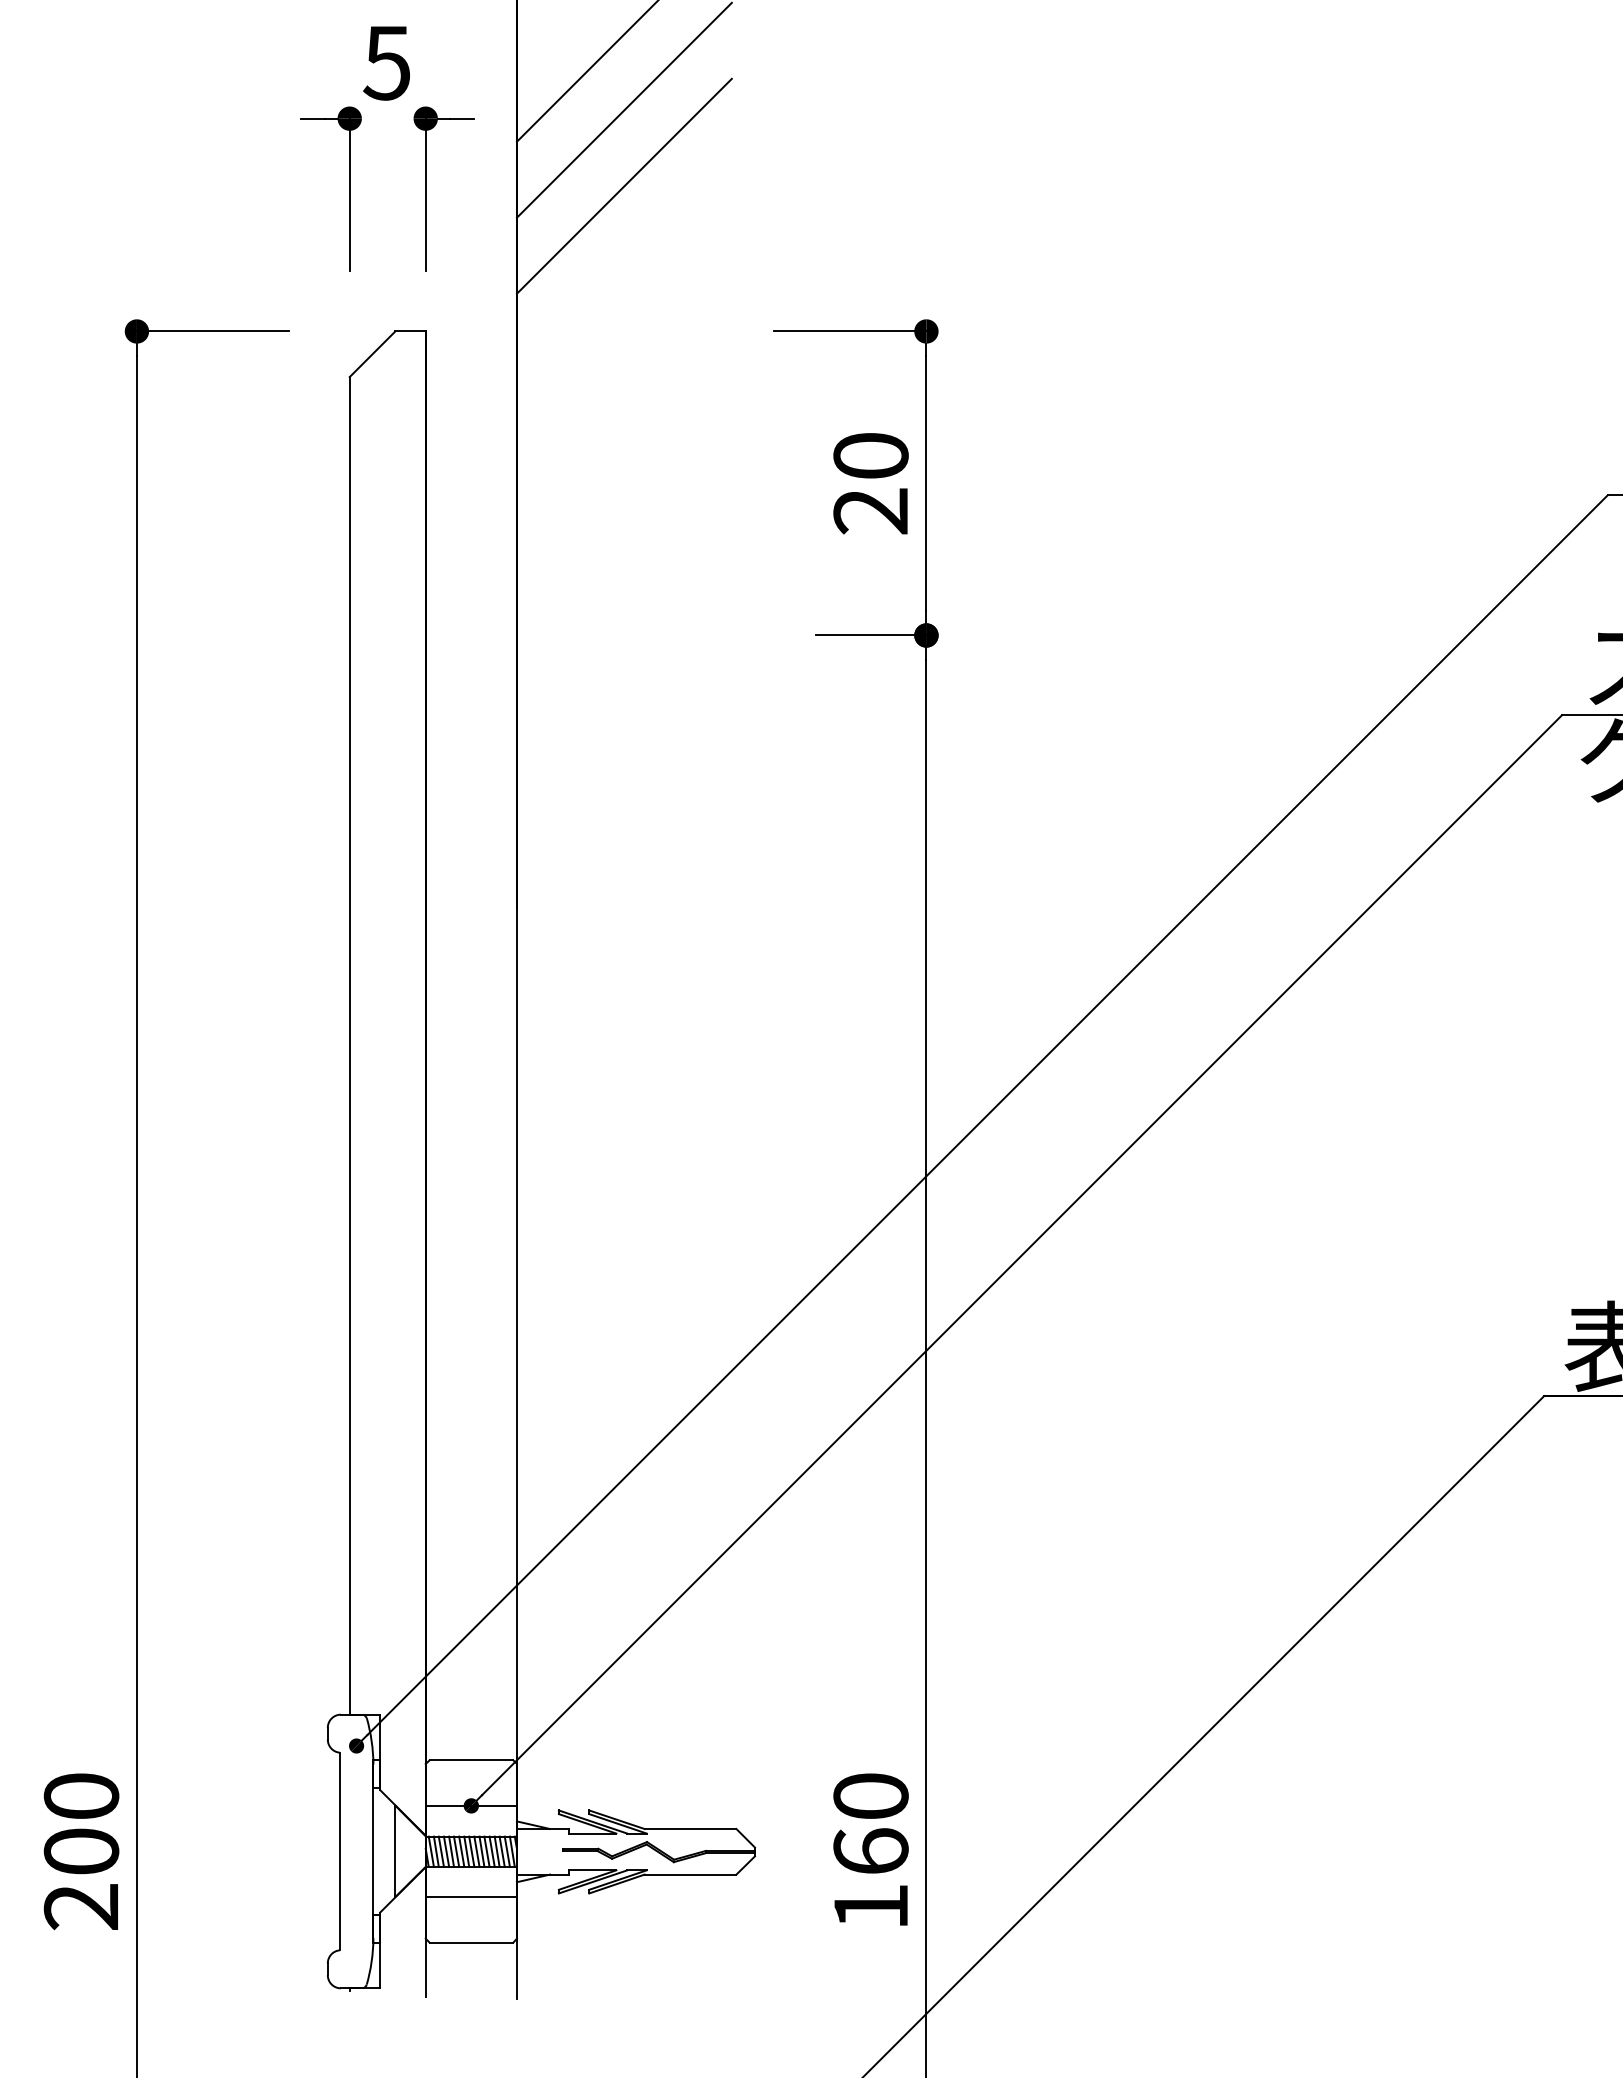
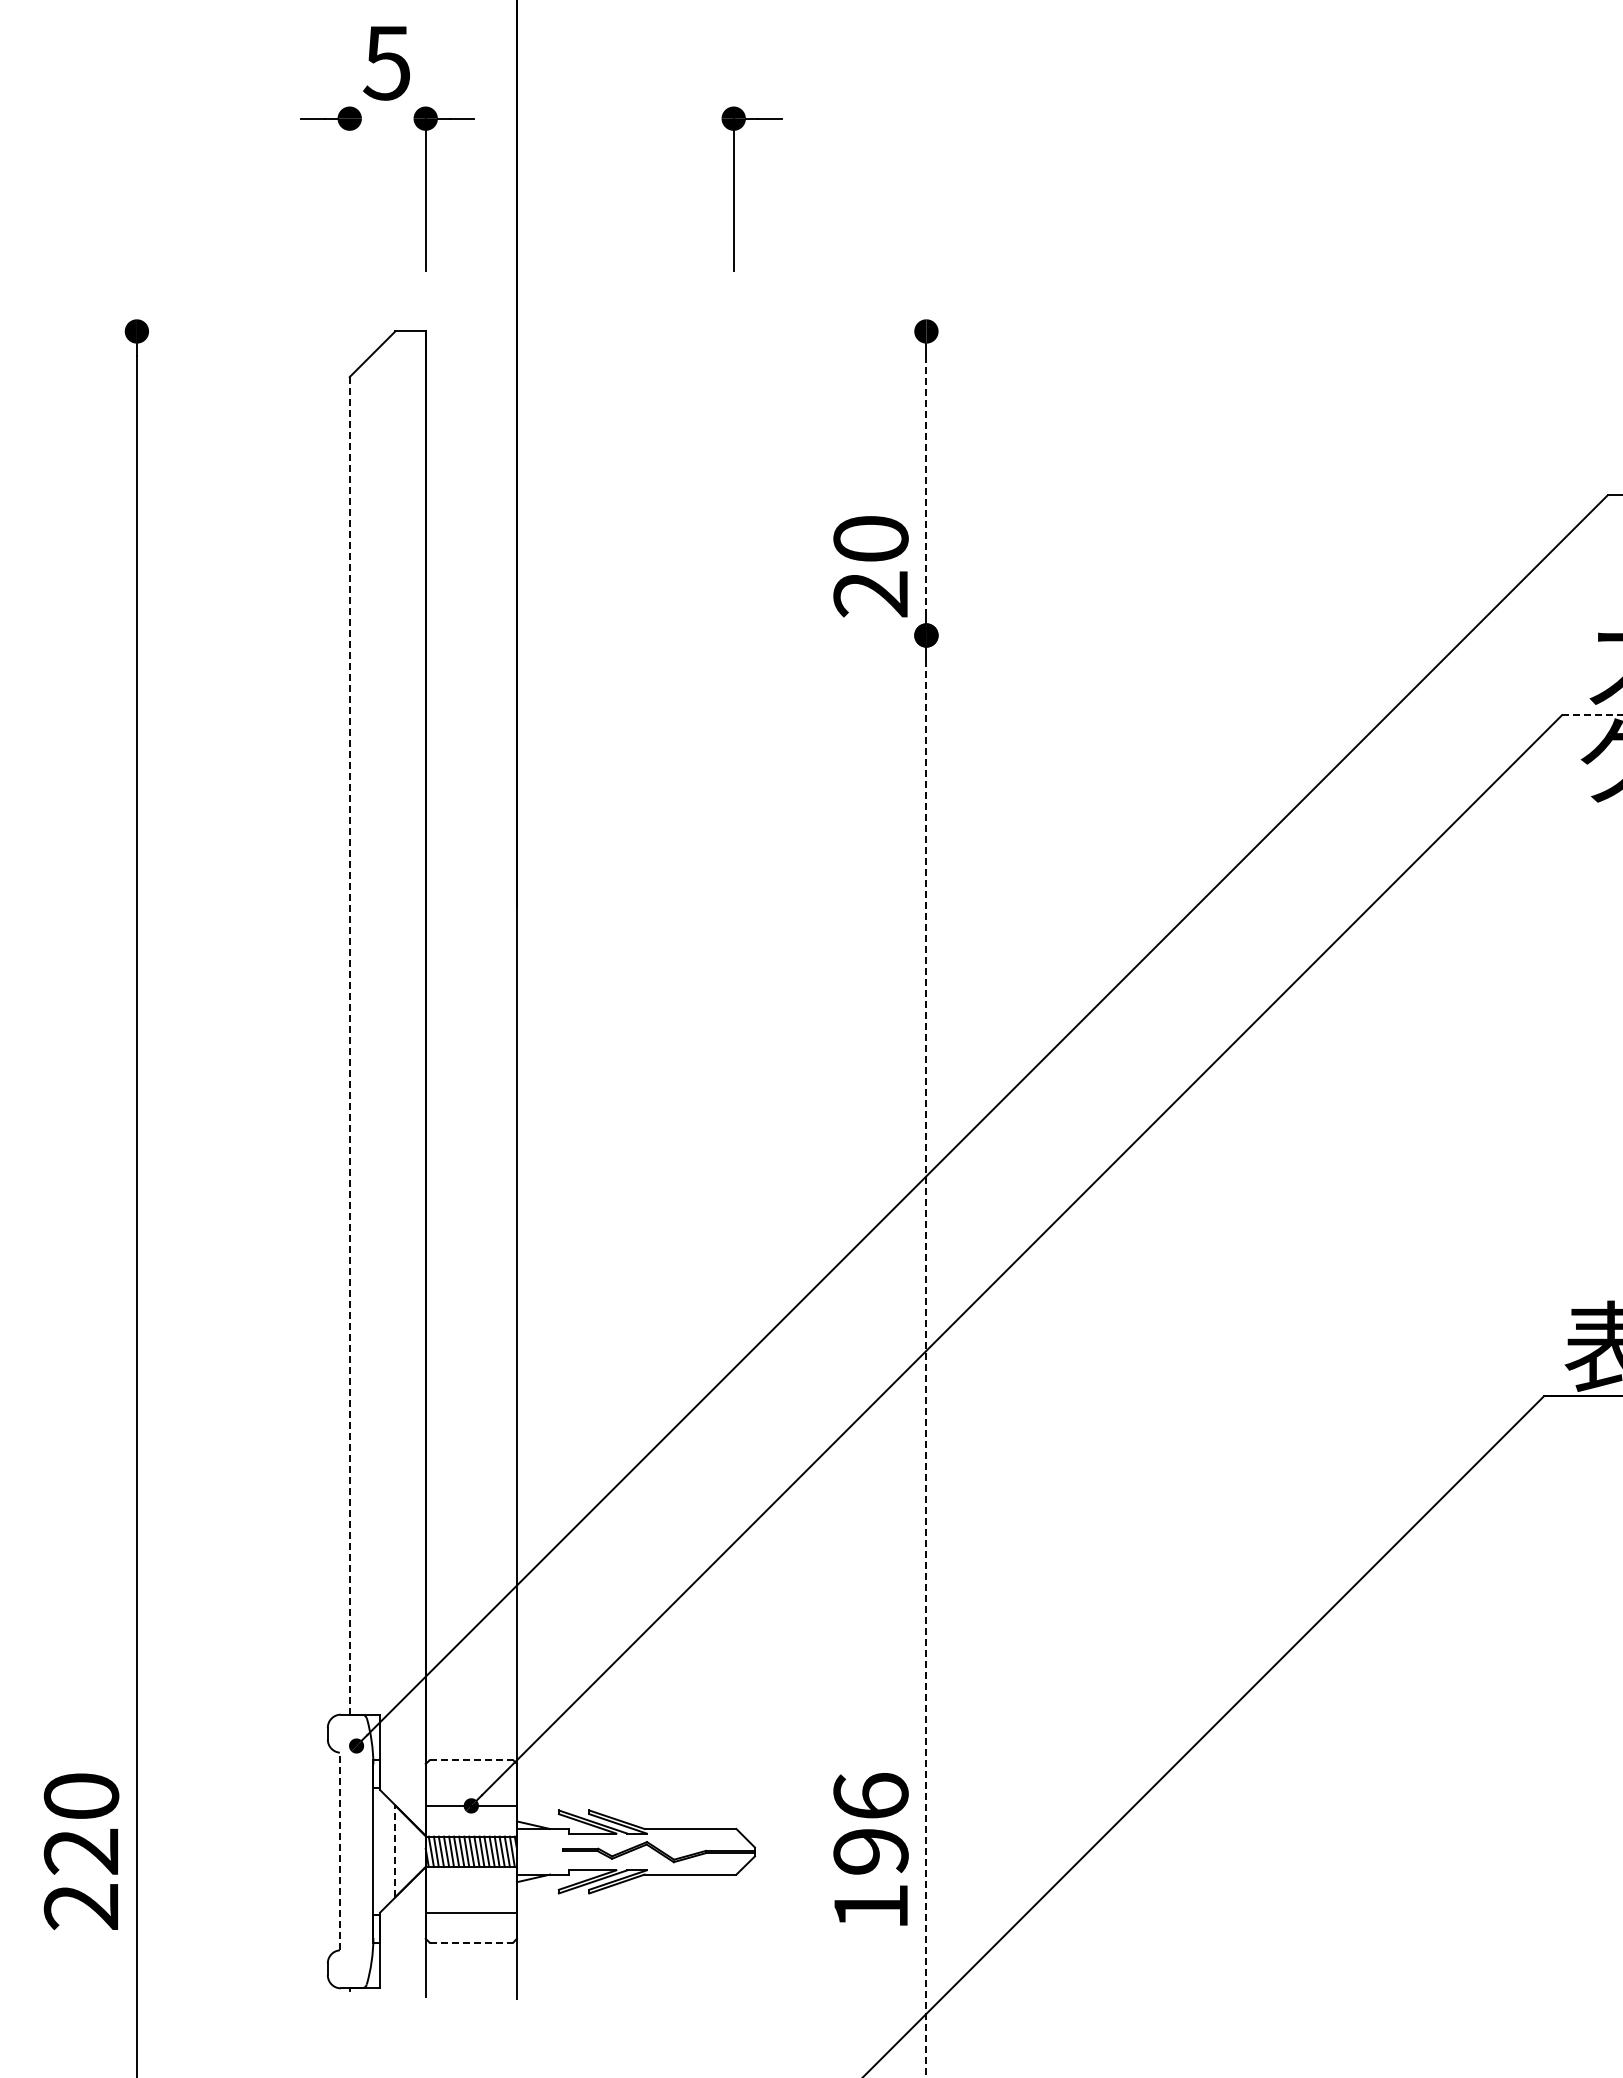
line at (586, 71): present -> none
line at (623, 109): present -> none
line at (623, 185): present -> none
part at (734, 188): none -> present
line at (349, 194): present -> none
line at (212, 331): present -> none
line at (850, 331): present -> none
text at (870, 483) position: (870, 483) -> (870, 566)
line at (926, 483): solid -> dashed
line at (870, 635): present -> none
line at (1592, 715): solid -> dashed
line at (349, 1045): solid -> dashed
line at (926, 1368): solid -> dashed
line at (471, 1760): solid -> dashed
text at (870, 1823): 160 -> 196
text at (81, 1851): 200 -> 220
line at (340, 1851): solid -> dashed
line at (395, 1851): solid -> dashed
line at (470, 1897) position: (470, 1897) -> (470, 1913)
line at (471, 1942): solid -> dashed
